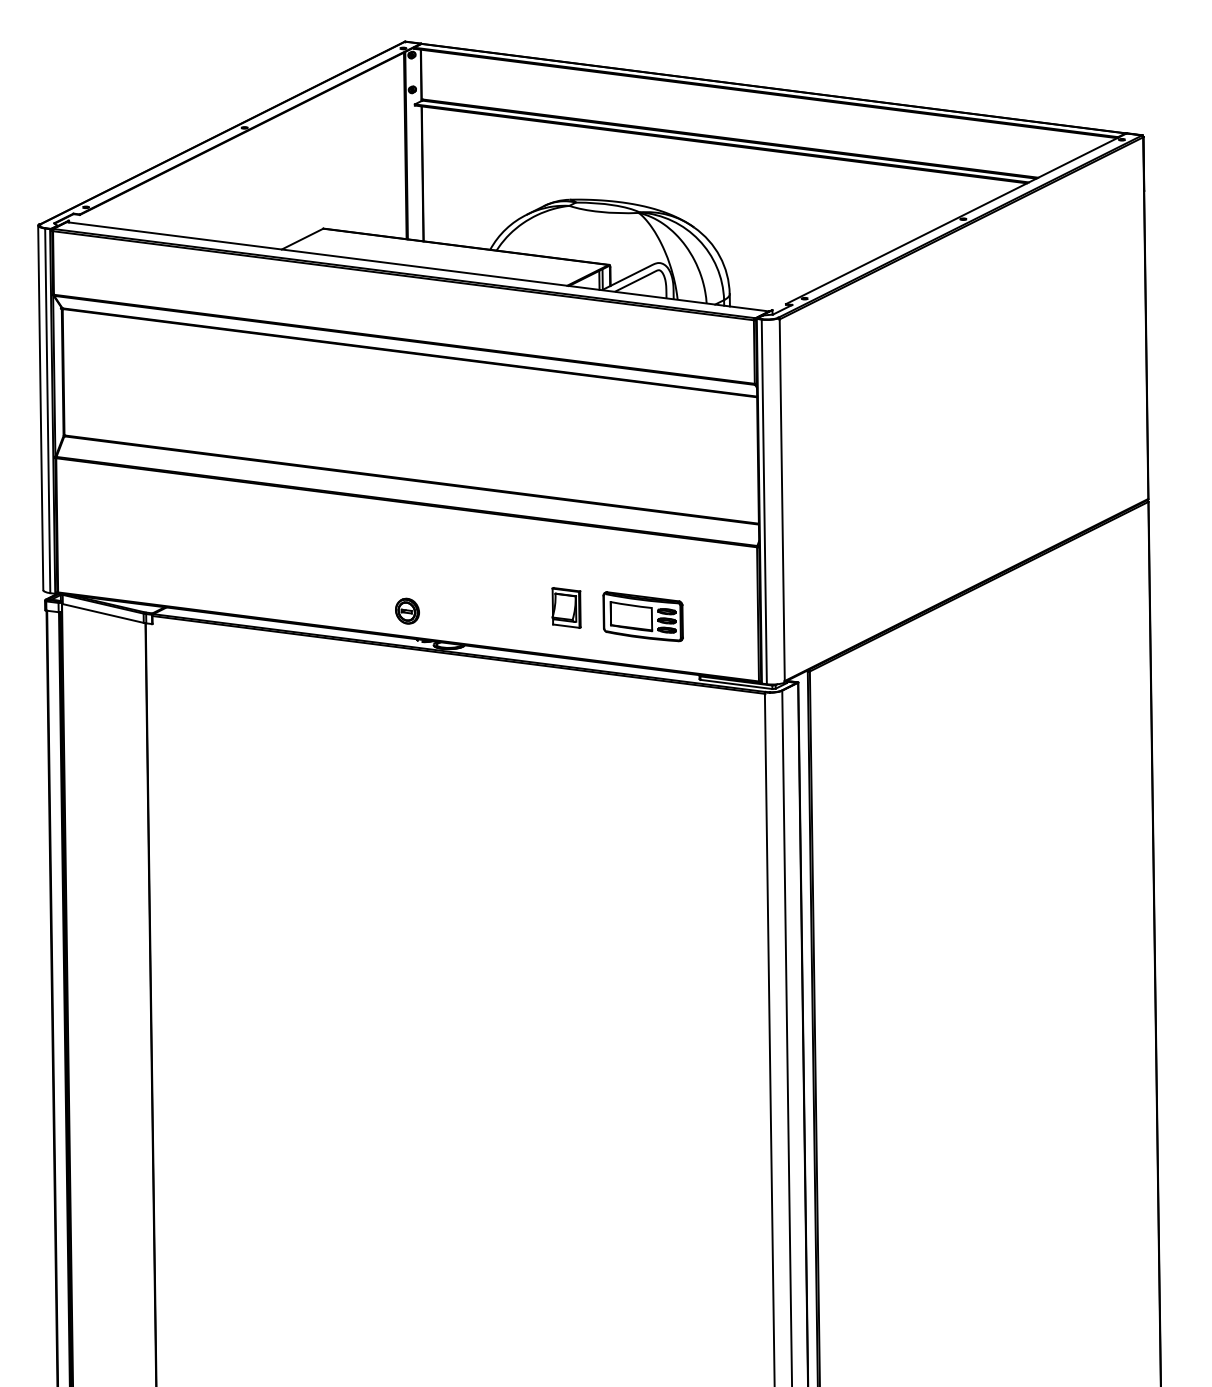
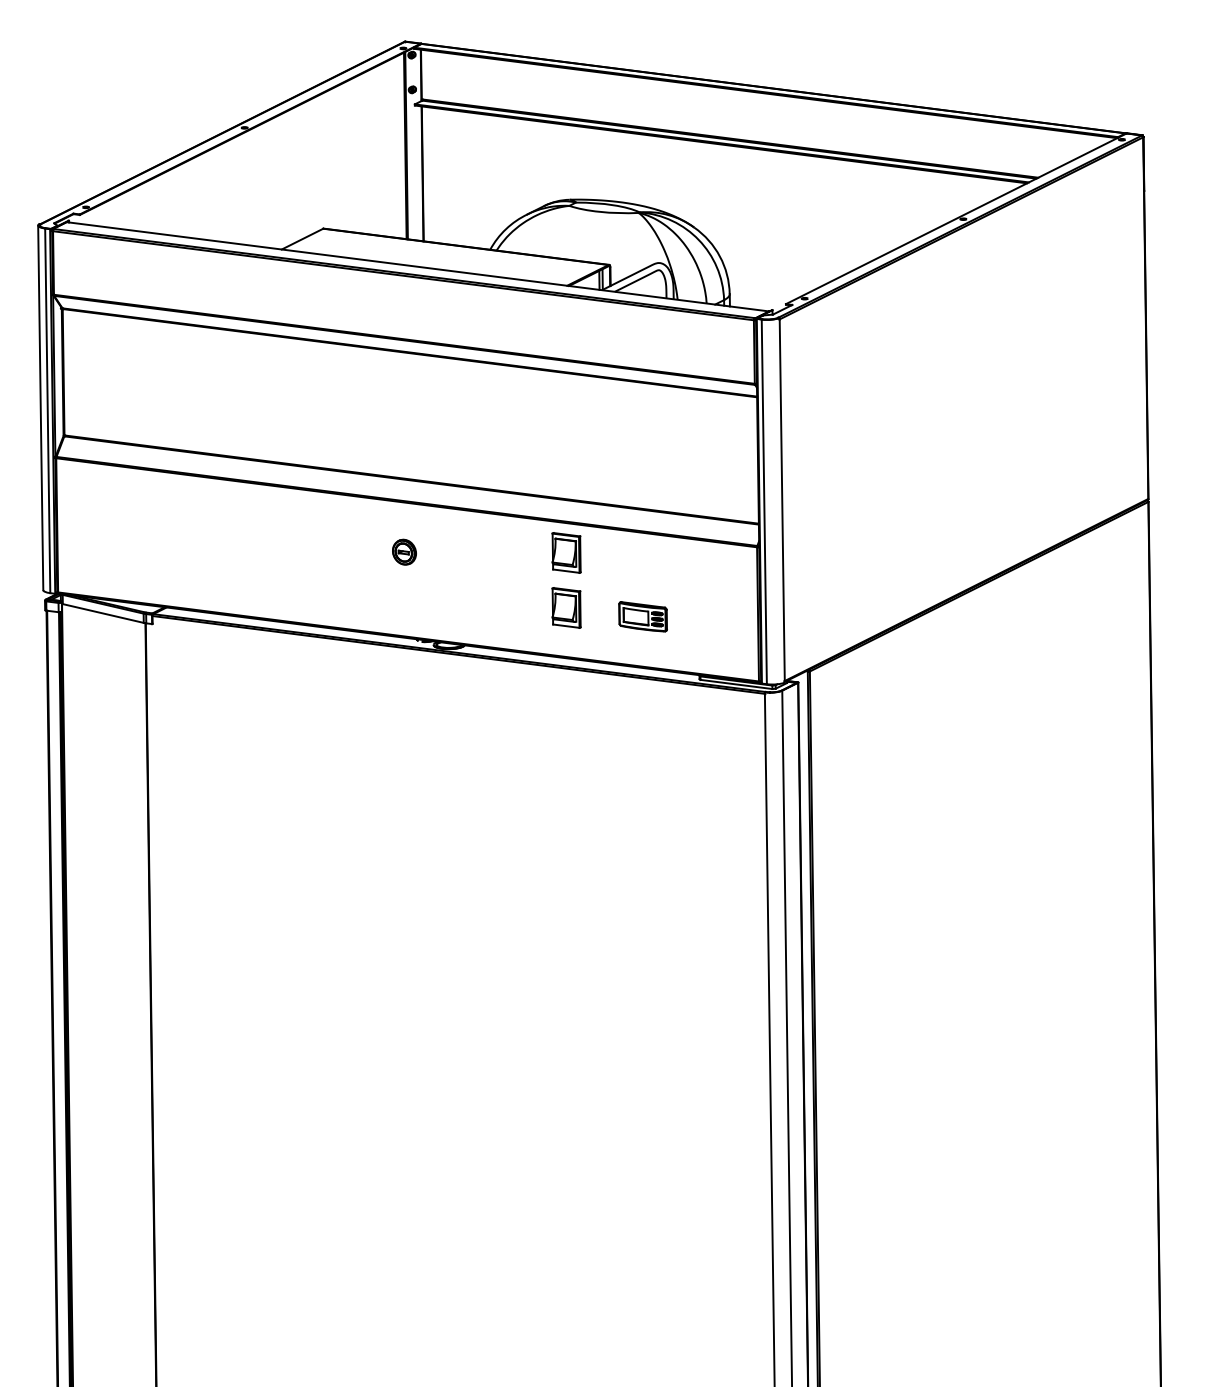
part at (566, 552): none -> present
part at (407, 610) position: (407, 610) -> (404, 551)
part at (642, 616) size: 82x52 px -> 50x32 px
